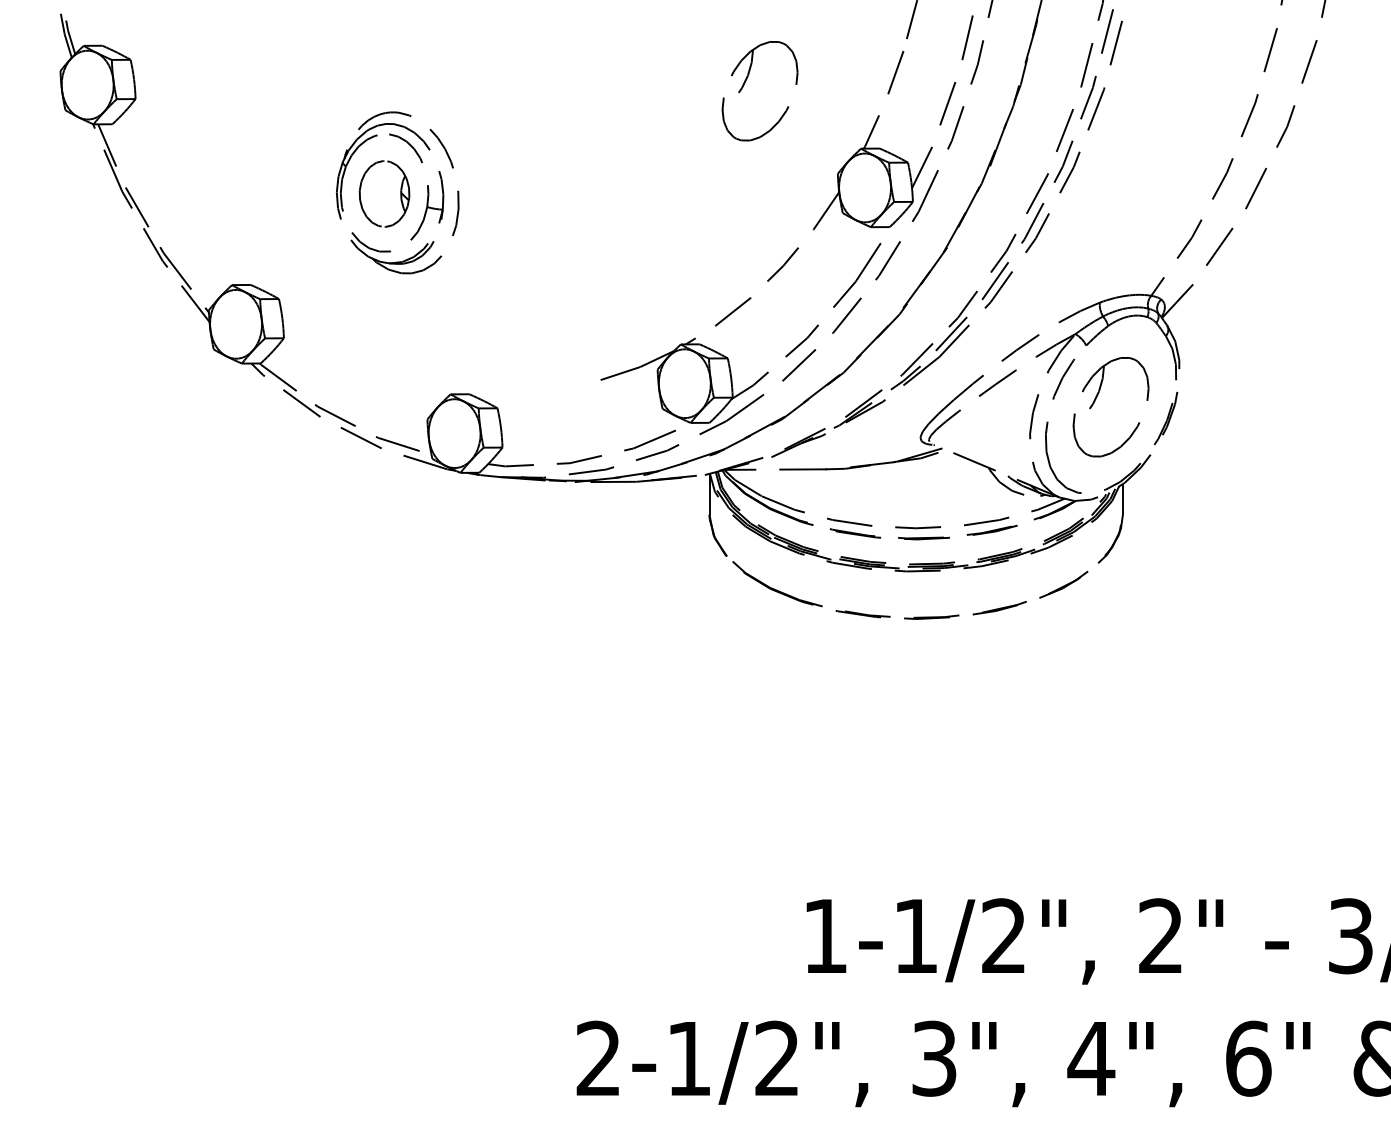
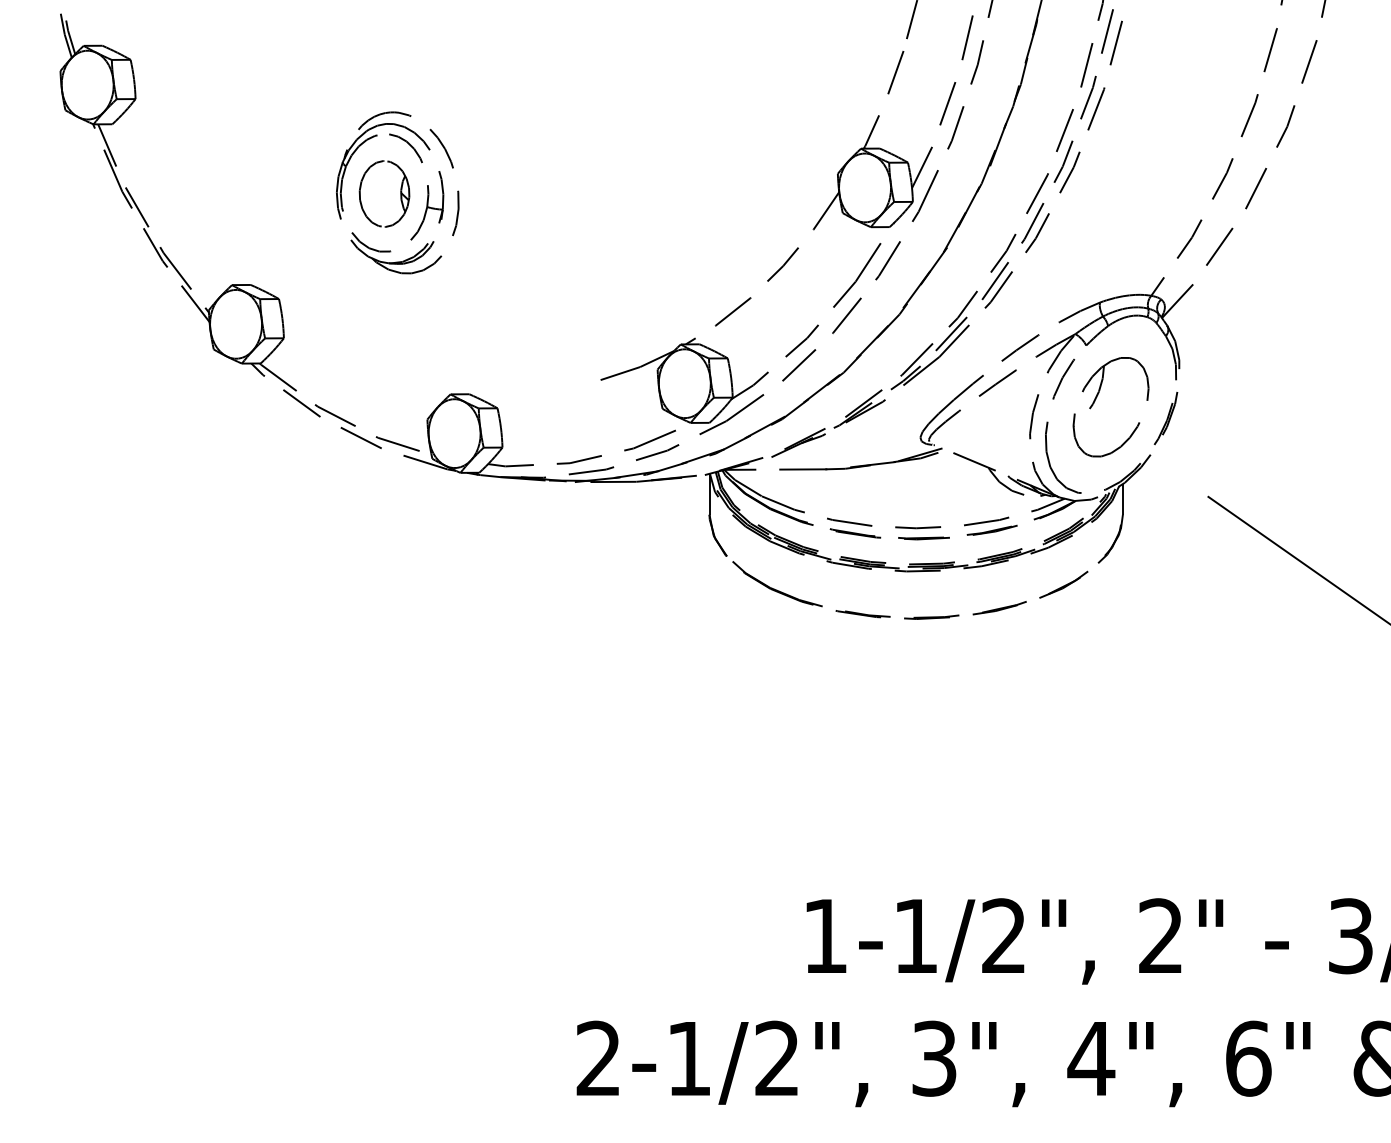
part at (745, 83): present -> none
line at (1297, 559): none -> present
